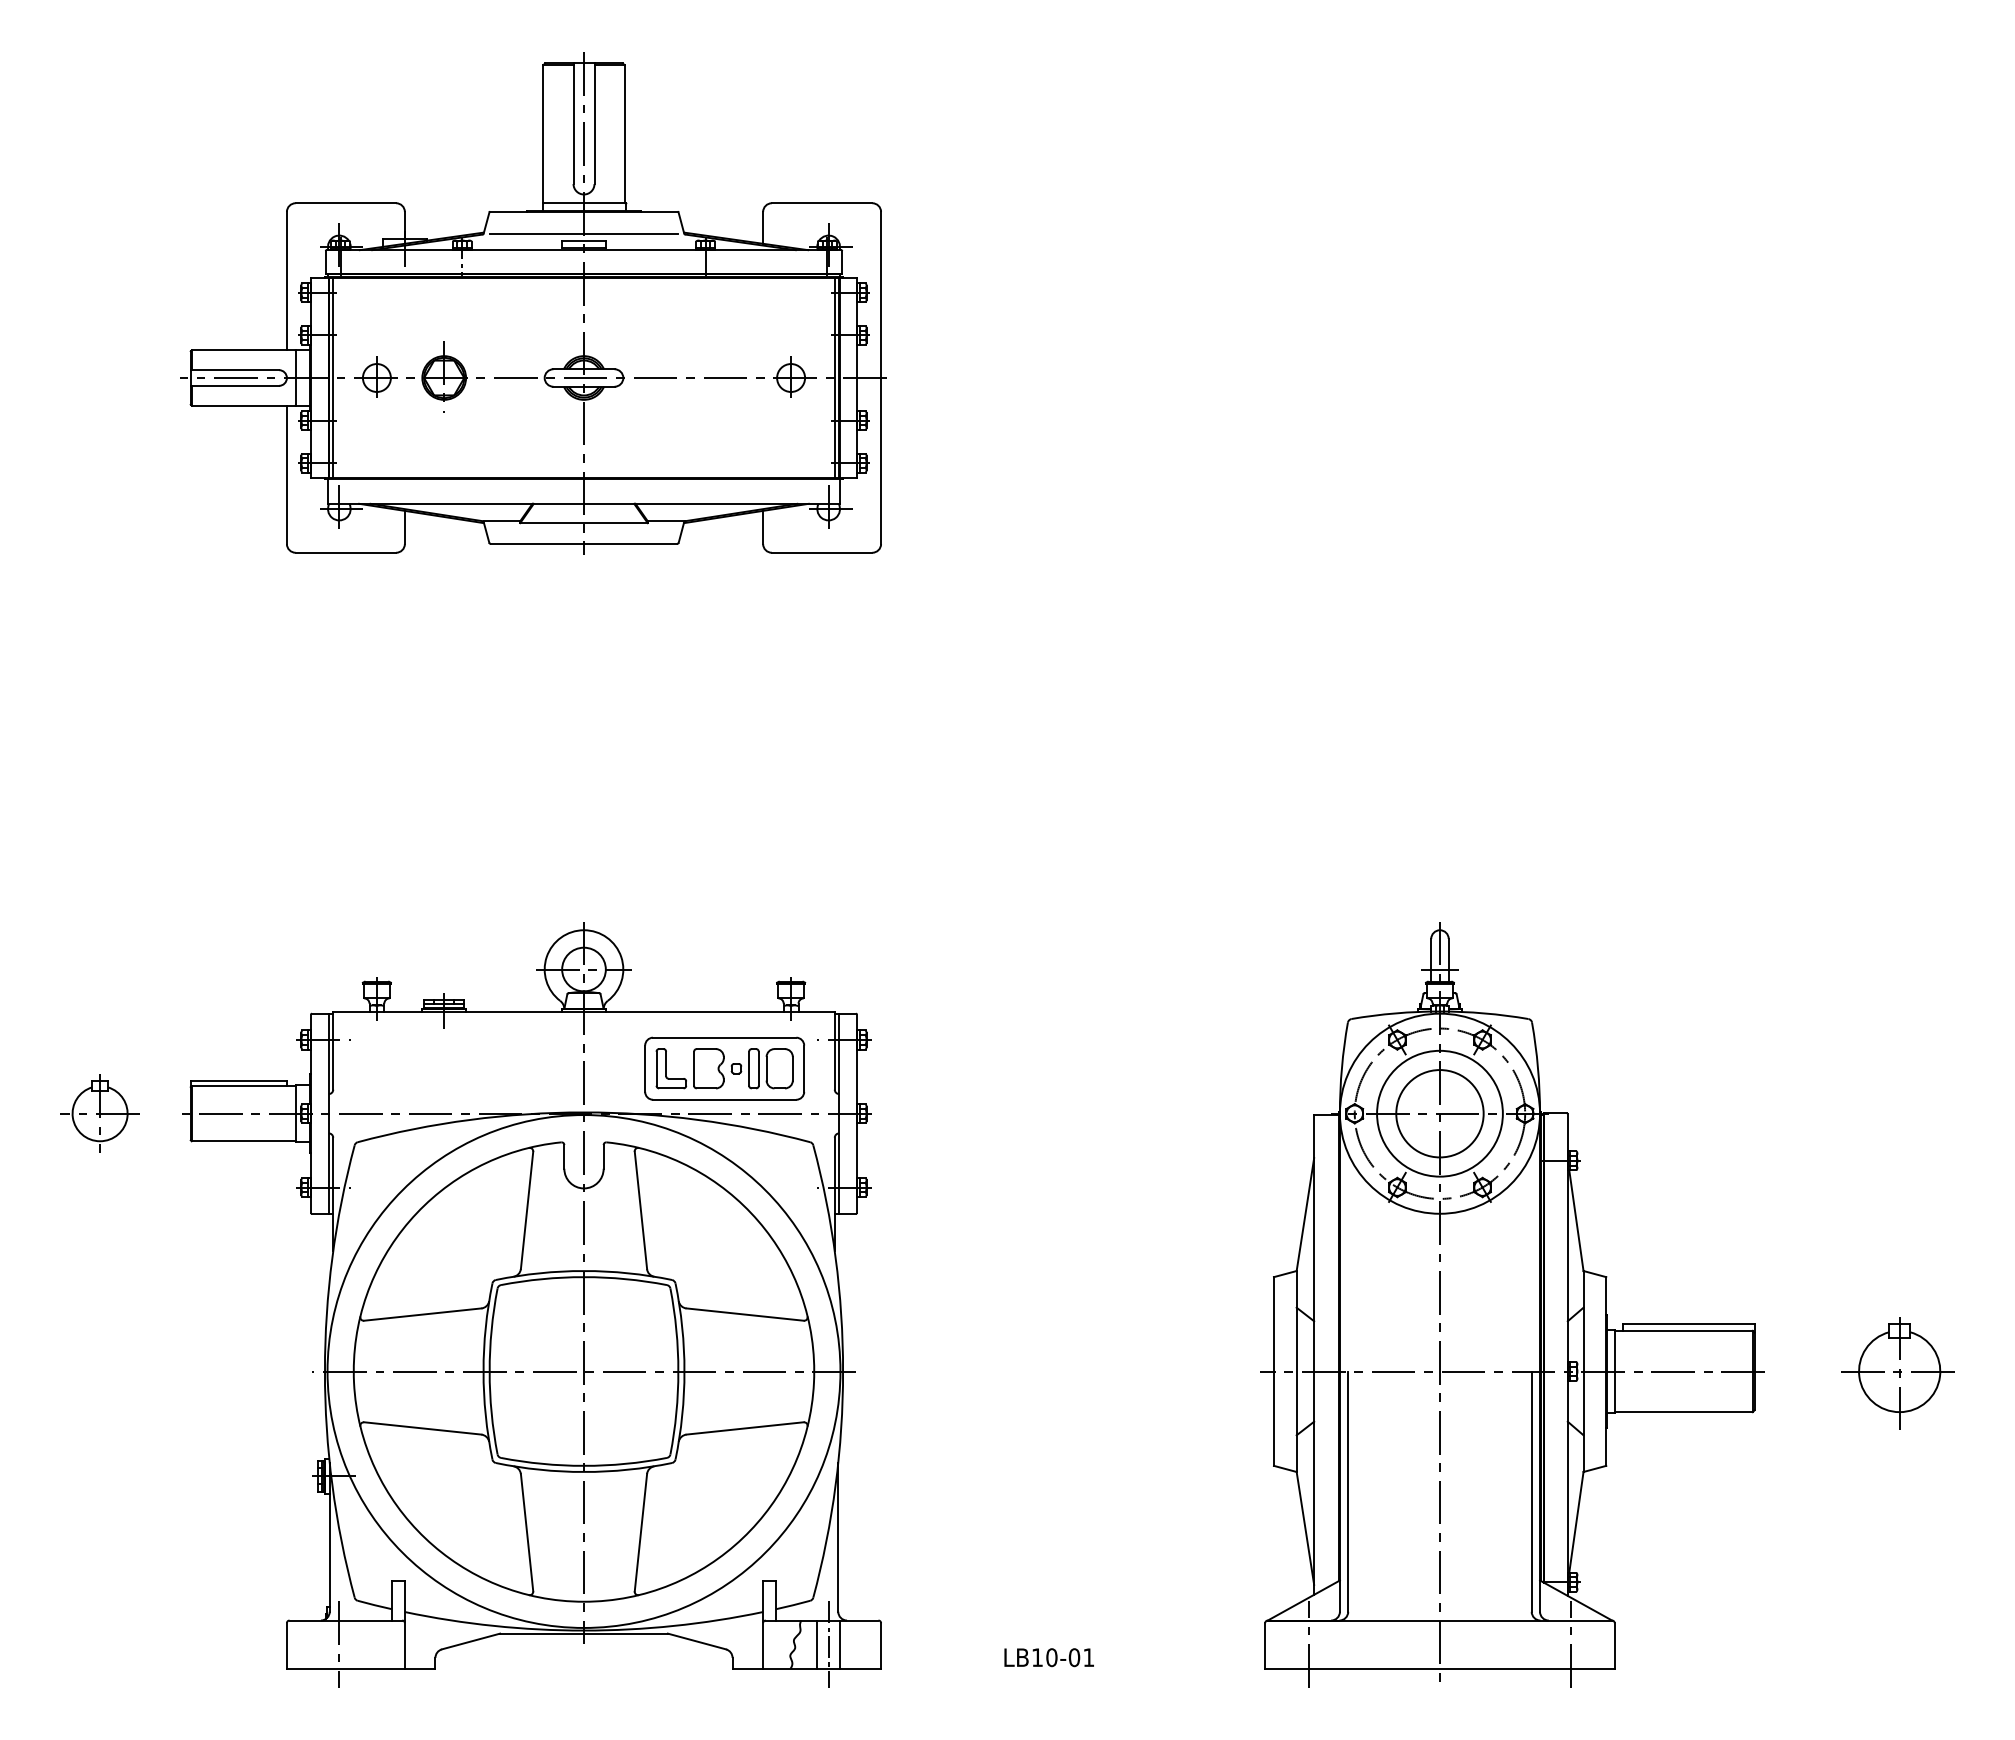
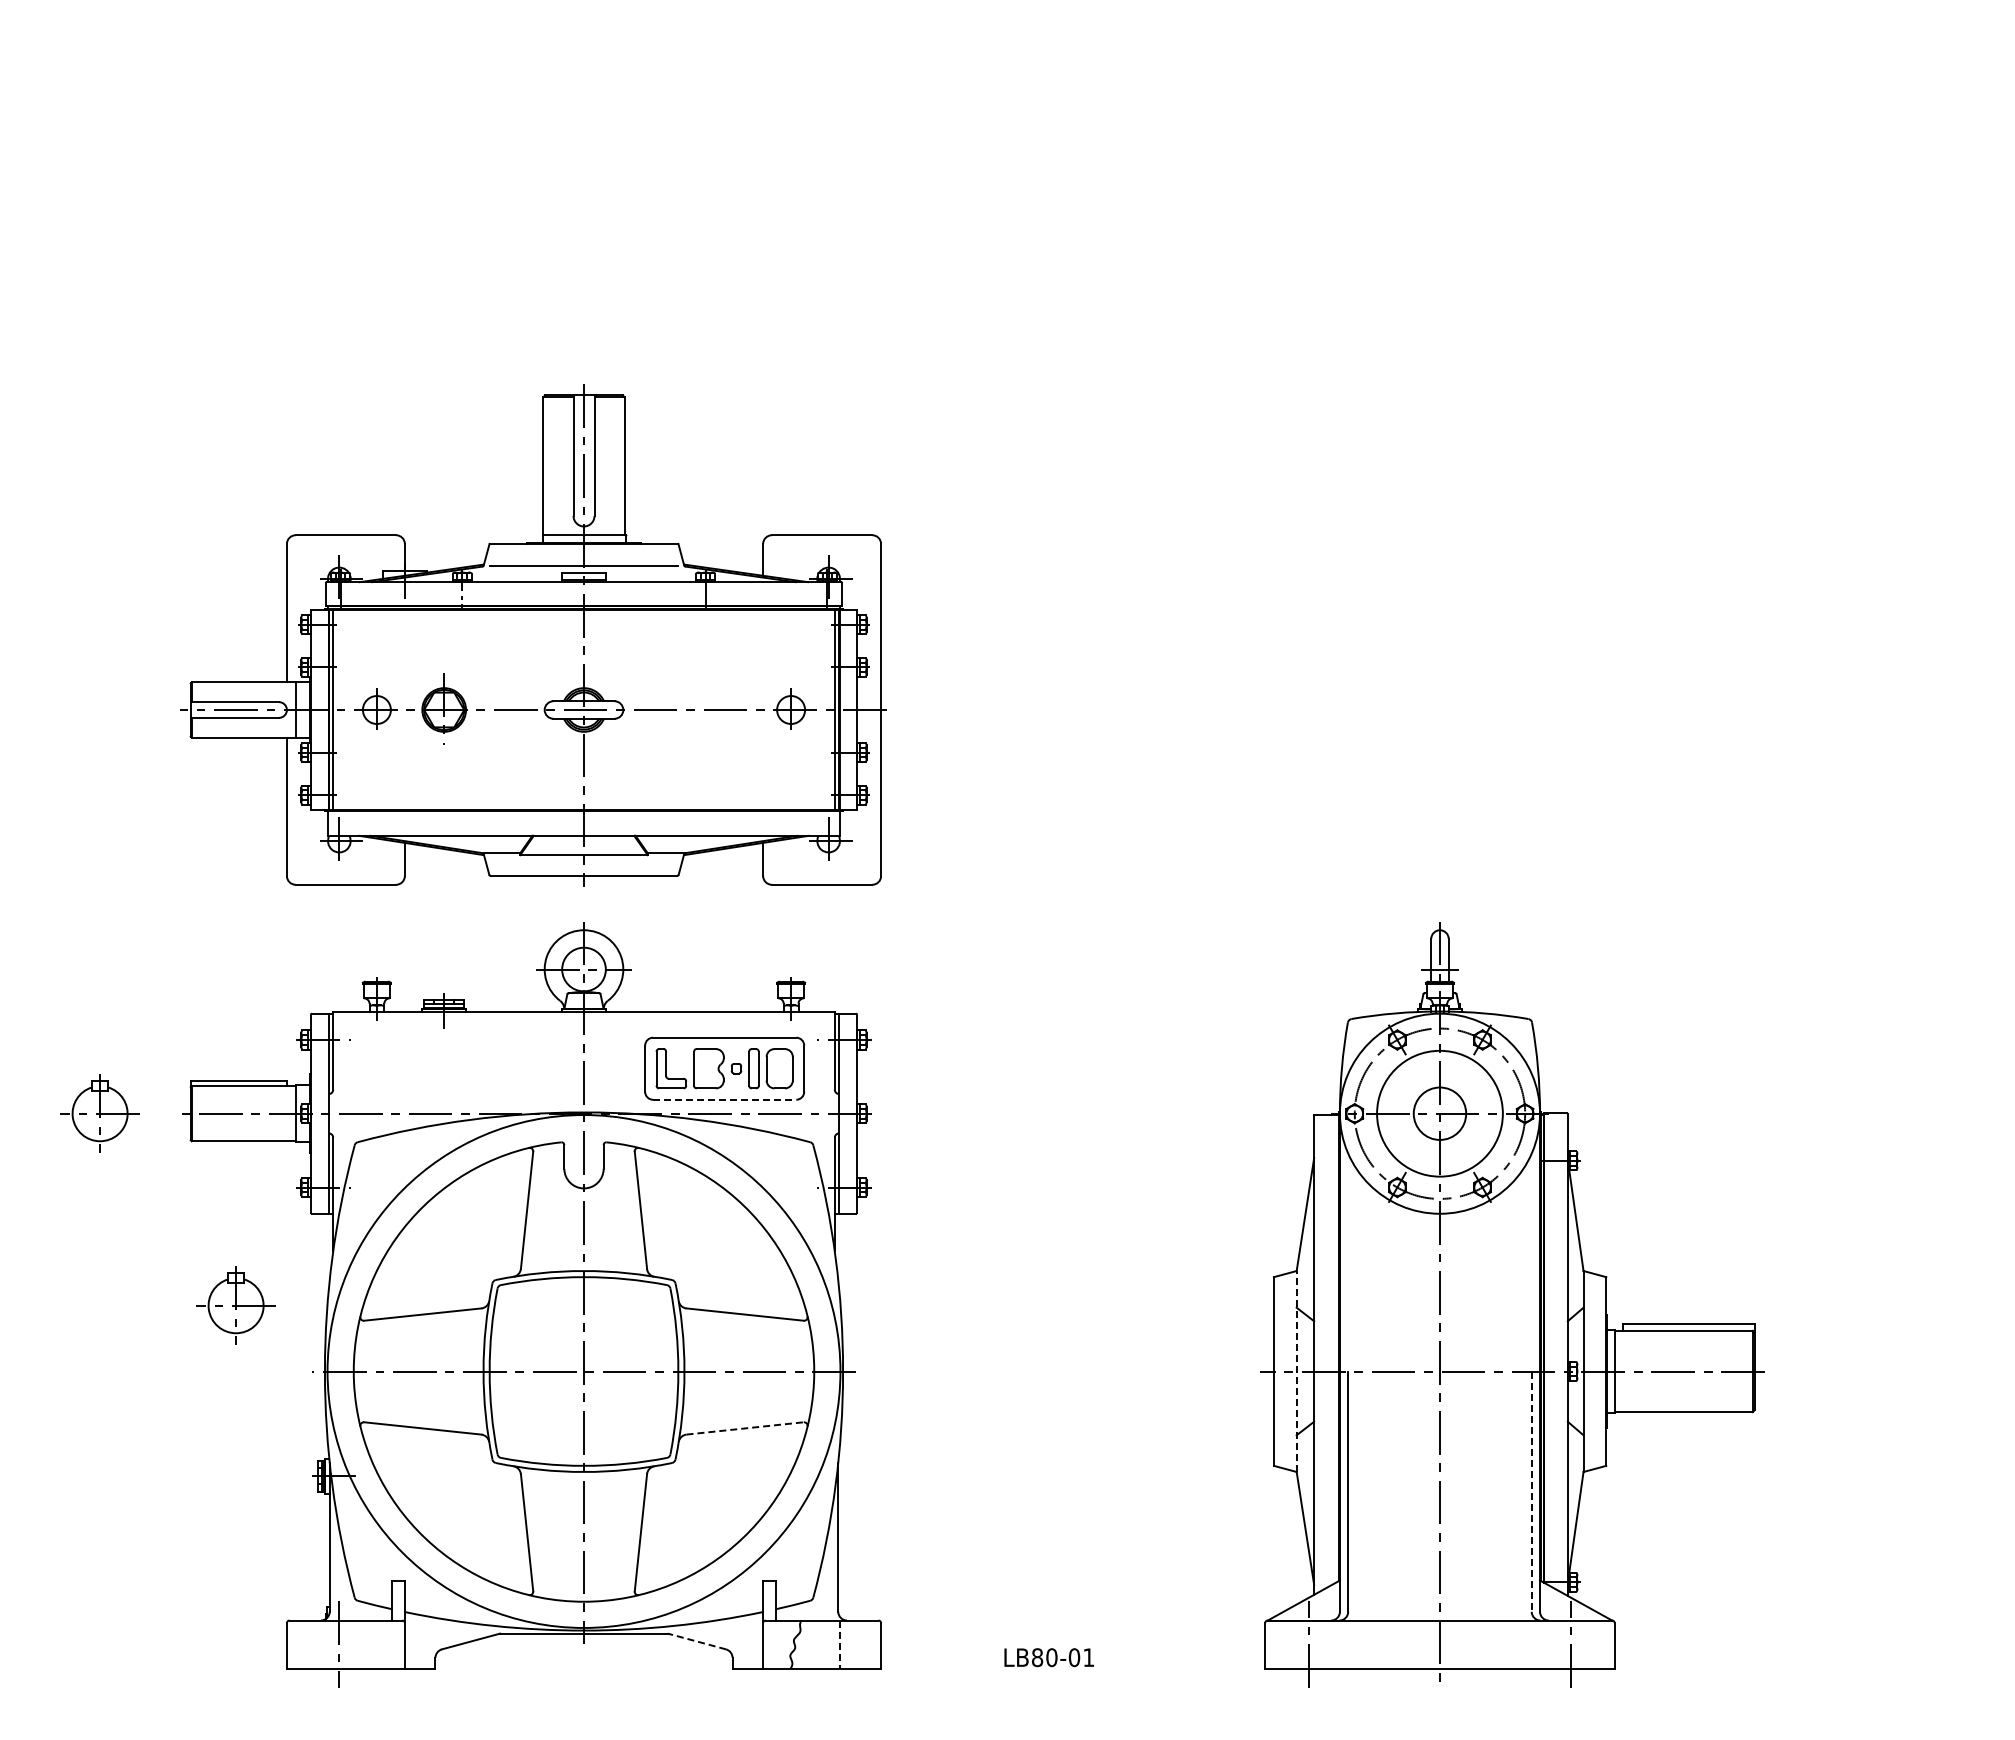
part at (533, 303) position: (533, 303) -> (533, 635)
line at (724, 1099): solid -> dashed
circle at (1439, 1113) diameter: 87 px -> 52 px
part at (235, 1305): none -> present
line at (1296, 1371): solid -> dashed
part at (1897, 1373): present -> none
line at (745, 1428): solid -> dashed
line at (1531, 1492): solid -> dashed
line at (696, 1641): solid -> dashed
line at (817, 1644): present -> none
line at (828, 1644): present -> none
line at (840, 1645): solid -> dashed
text at (1037, 1657): LB10-01 -> LB80-01
